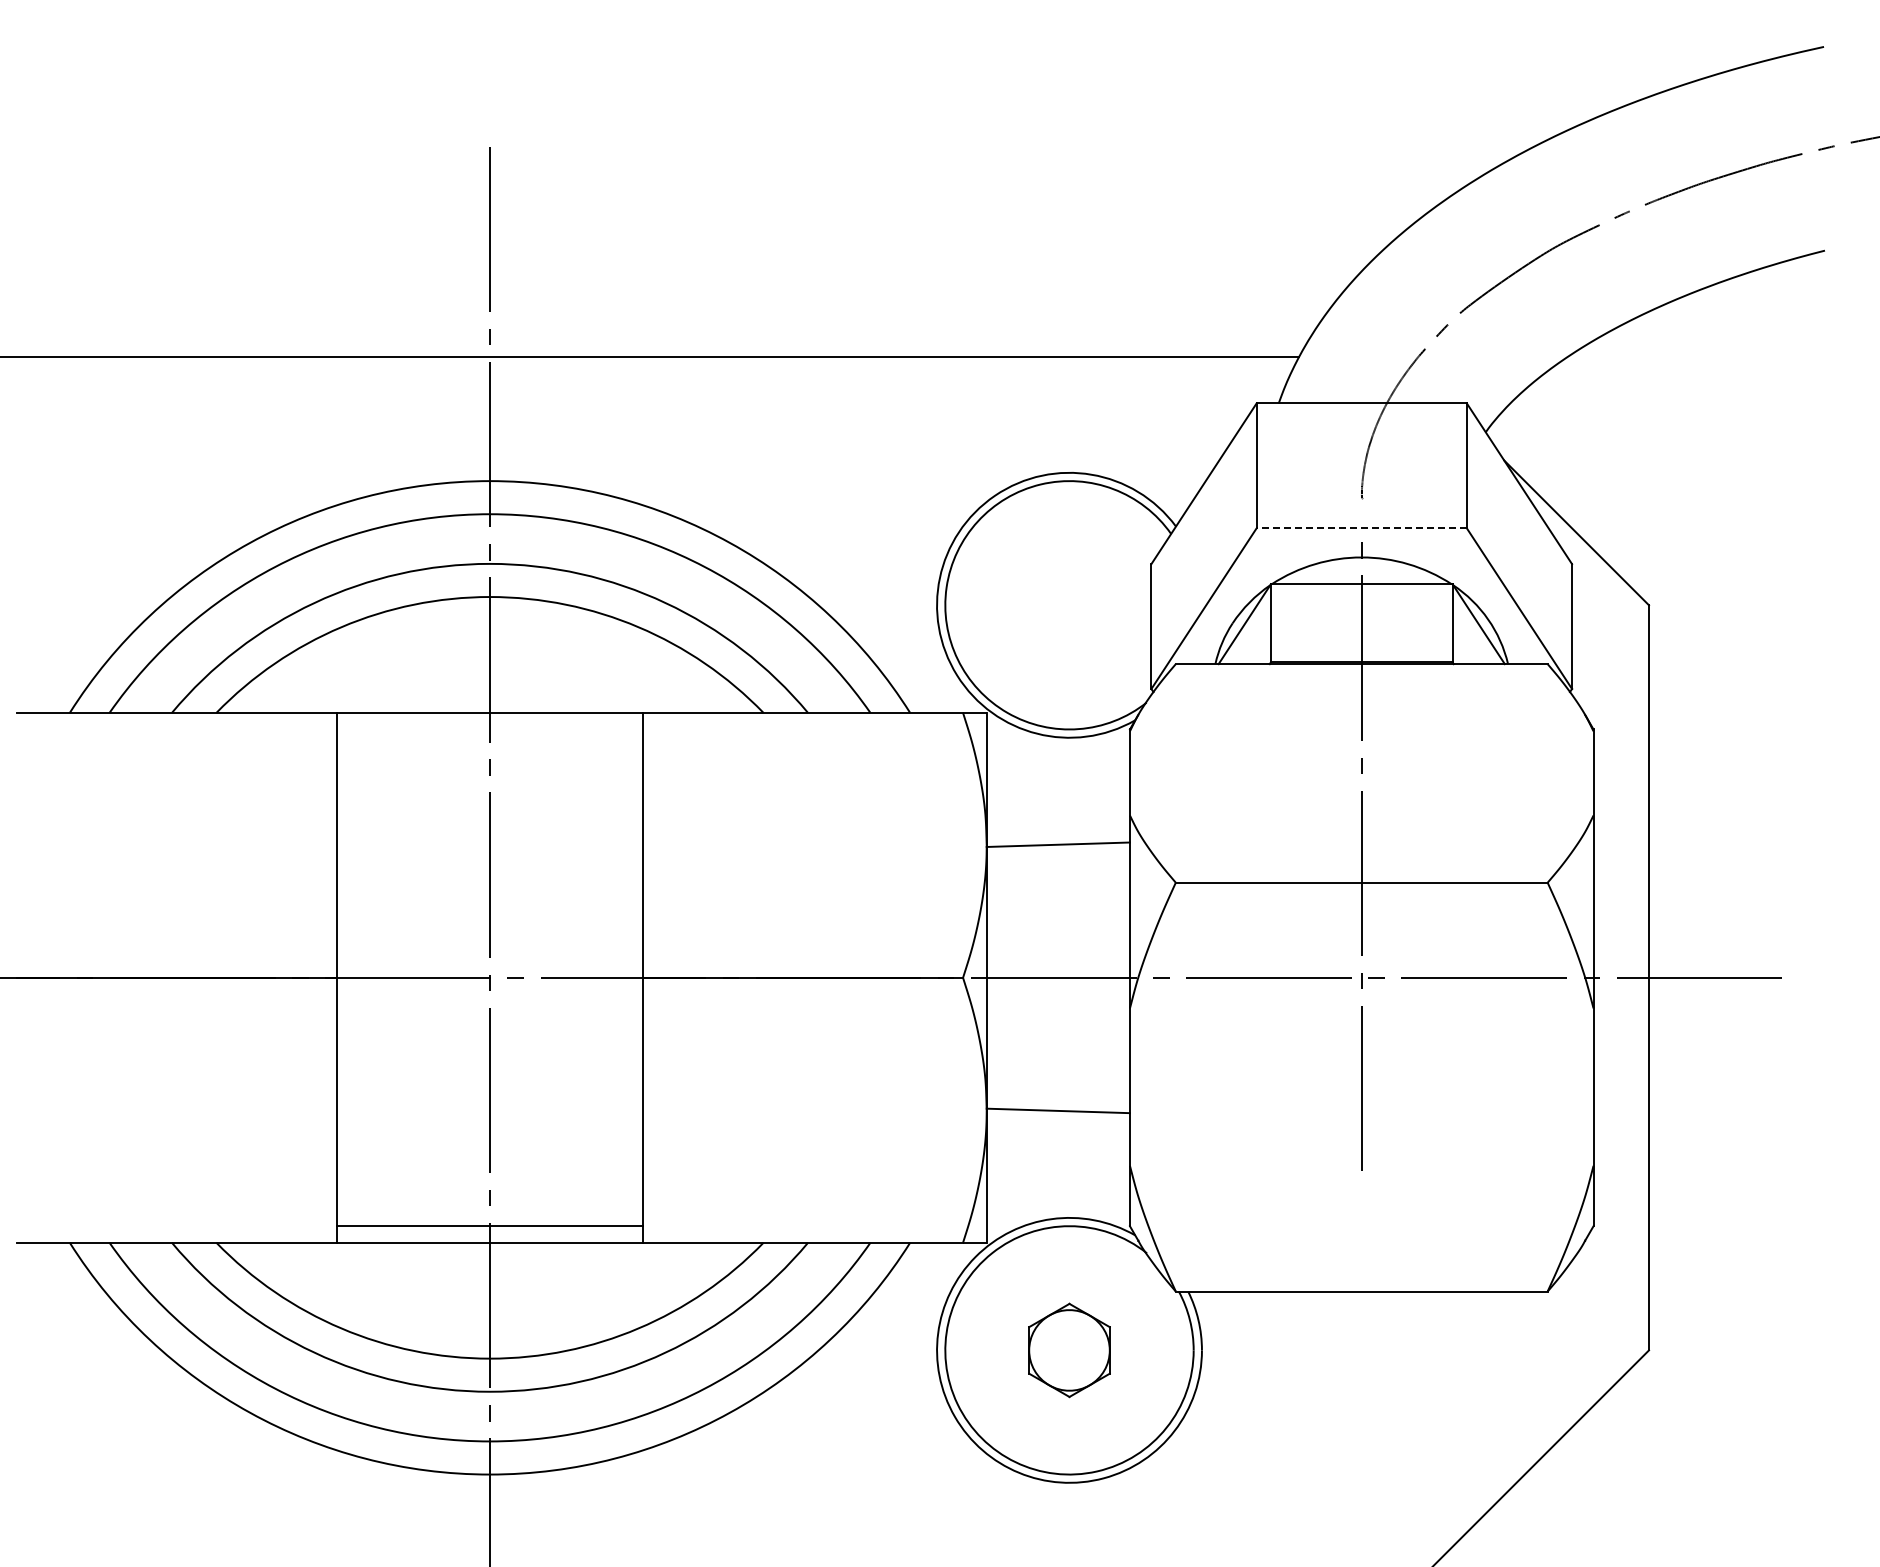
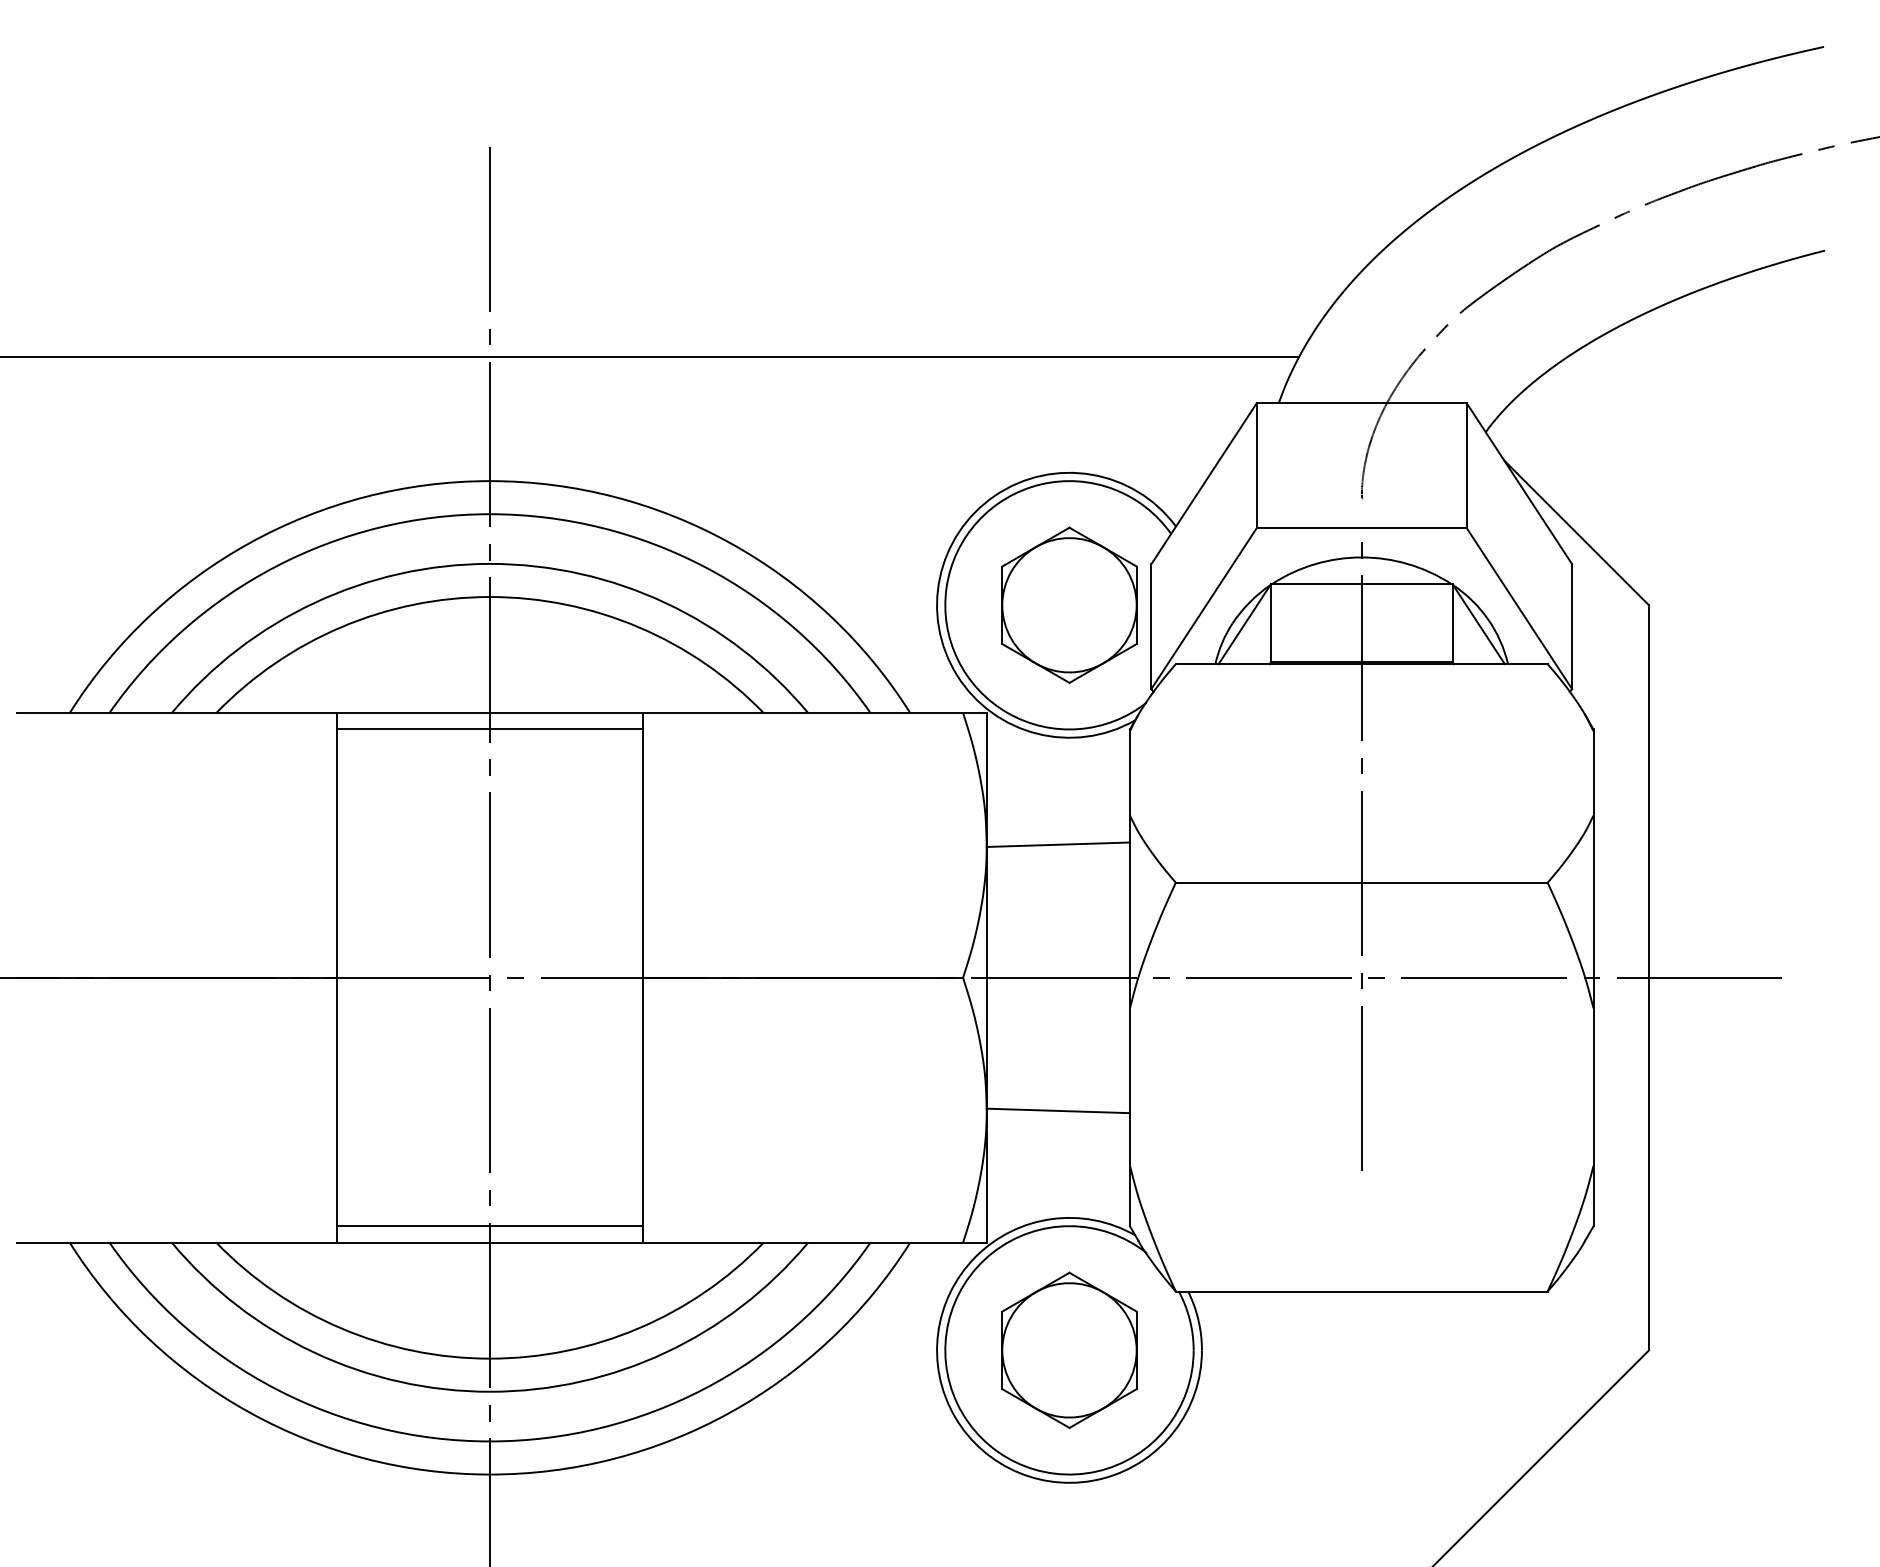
line at (1361, 528): dashed -> solid
part at (1069, 604): none -> present
line at (489, 729): none -> present
part at (1069, 1350) size: 83x97 px -> 137x159 px
